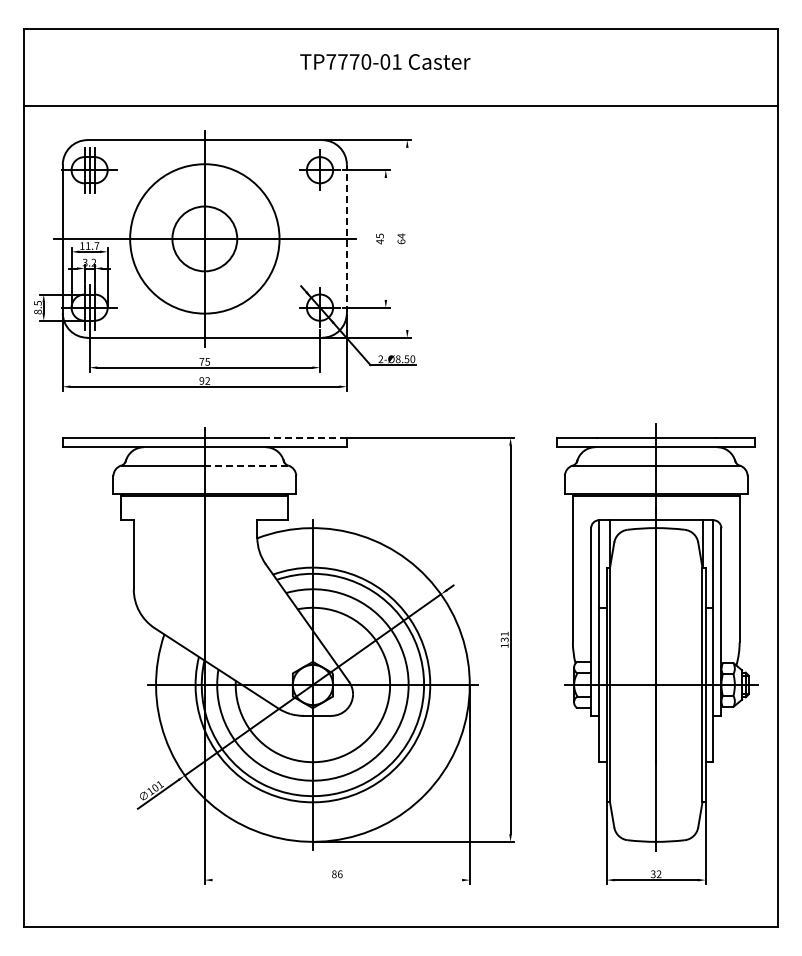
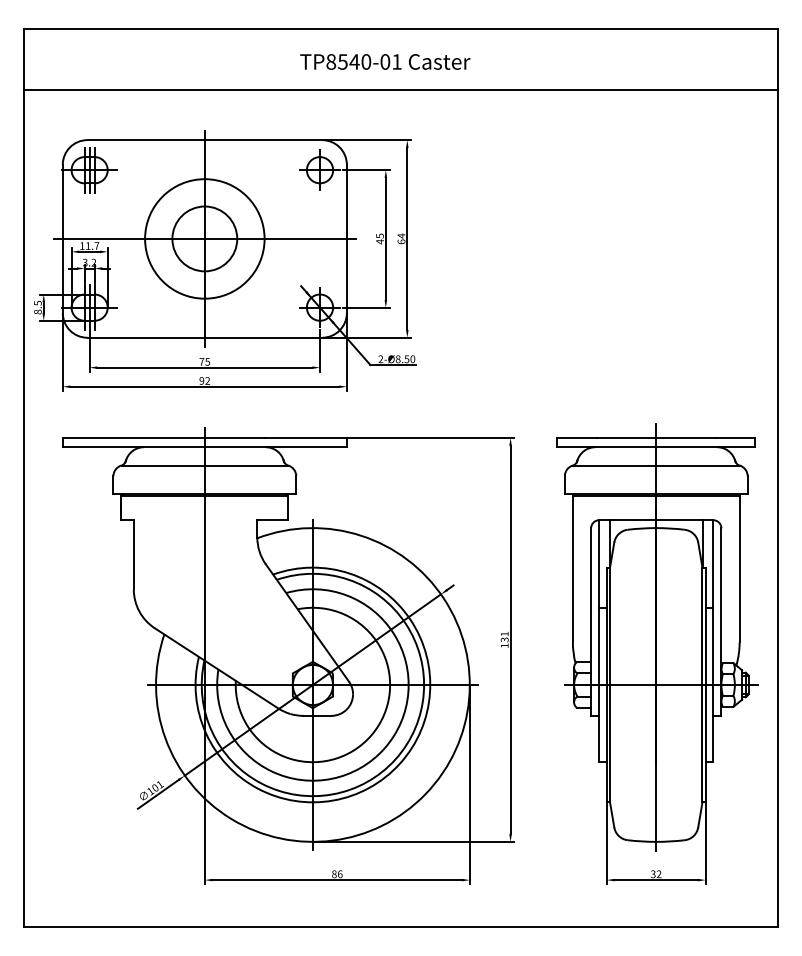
text at (342, 61): 777 -> 854
line at (400, 106) position: (400, 106) -> (400, 90)
circle at (204, 238) diameter: 149 px -> 120 px
line at (346, 238): dashed -> solid
line at (385, 238): none -> present
line at (407, 238): none -> present
line at (305, 437): dashed -> solid
line at (246, 465): dashed -> solid
line at (337, 880): none -> present
